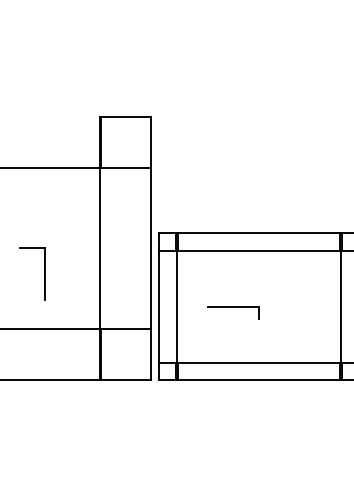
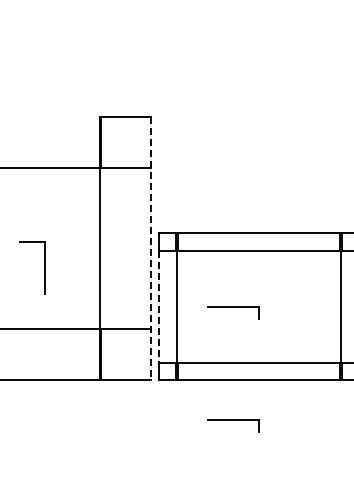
line at (151, 248): solid -> dashed
part at (44, 273) position: (44, 273) -> (44, 267)
line at (159, 307): solid -> dashed
part at (233, 425): none -> present
